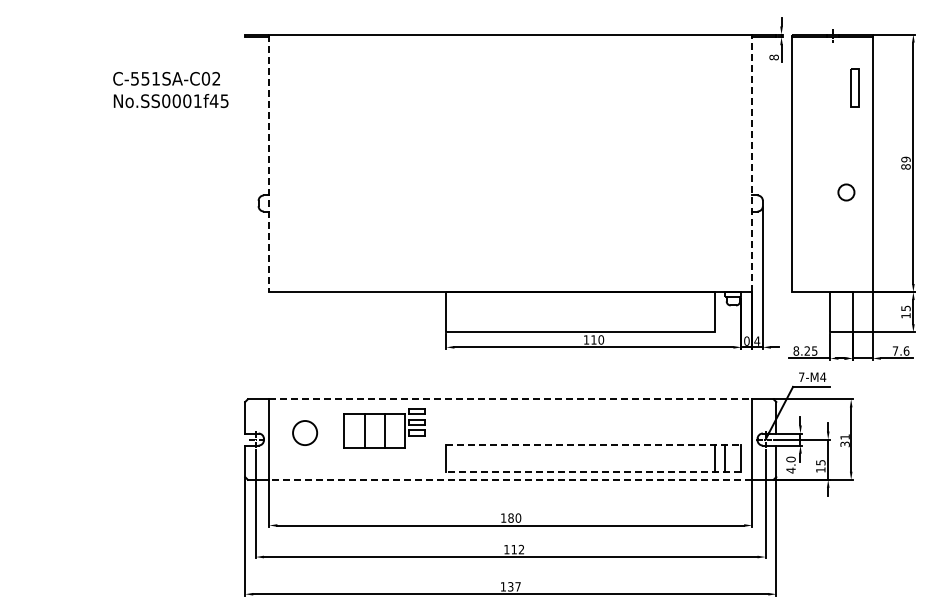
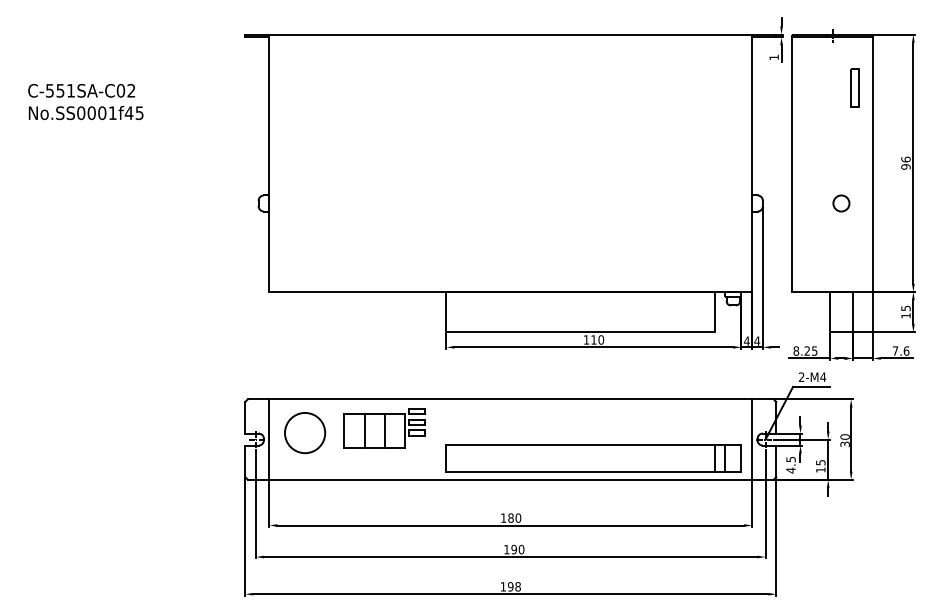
text at (773, 57): 8 -> 1
text at (170, 90) position: (170, 90) -> (85, 102)
text at (905, 162): 89 -> 96
line at (269, 163): dashed -> solid
line at (752, 163): dashed -> solid
circle at (846, 192) position: (846, 192) -> (841, 203)
text at (746, 340): 0 -> 4
text at (801, 376): 7-M4 -> 2-M4
line at (511, 399): dashed -> solid
circle at (305, 433) diameter: 24 px -> 40 px
text at (844, 436): 31 -> 30
line at (593, 444): dashed -> solid
text at (790, 459): 4.0 -> 4.5
line at (593, 471): dashed -> solid
line at (510, 479): dashed -> solid
text at (517, 549): 112 -> 190
text at (513, 586): 137 -> 198
